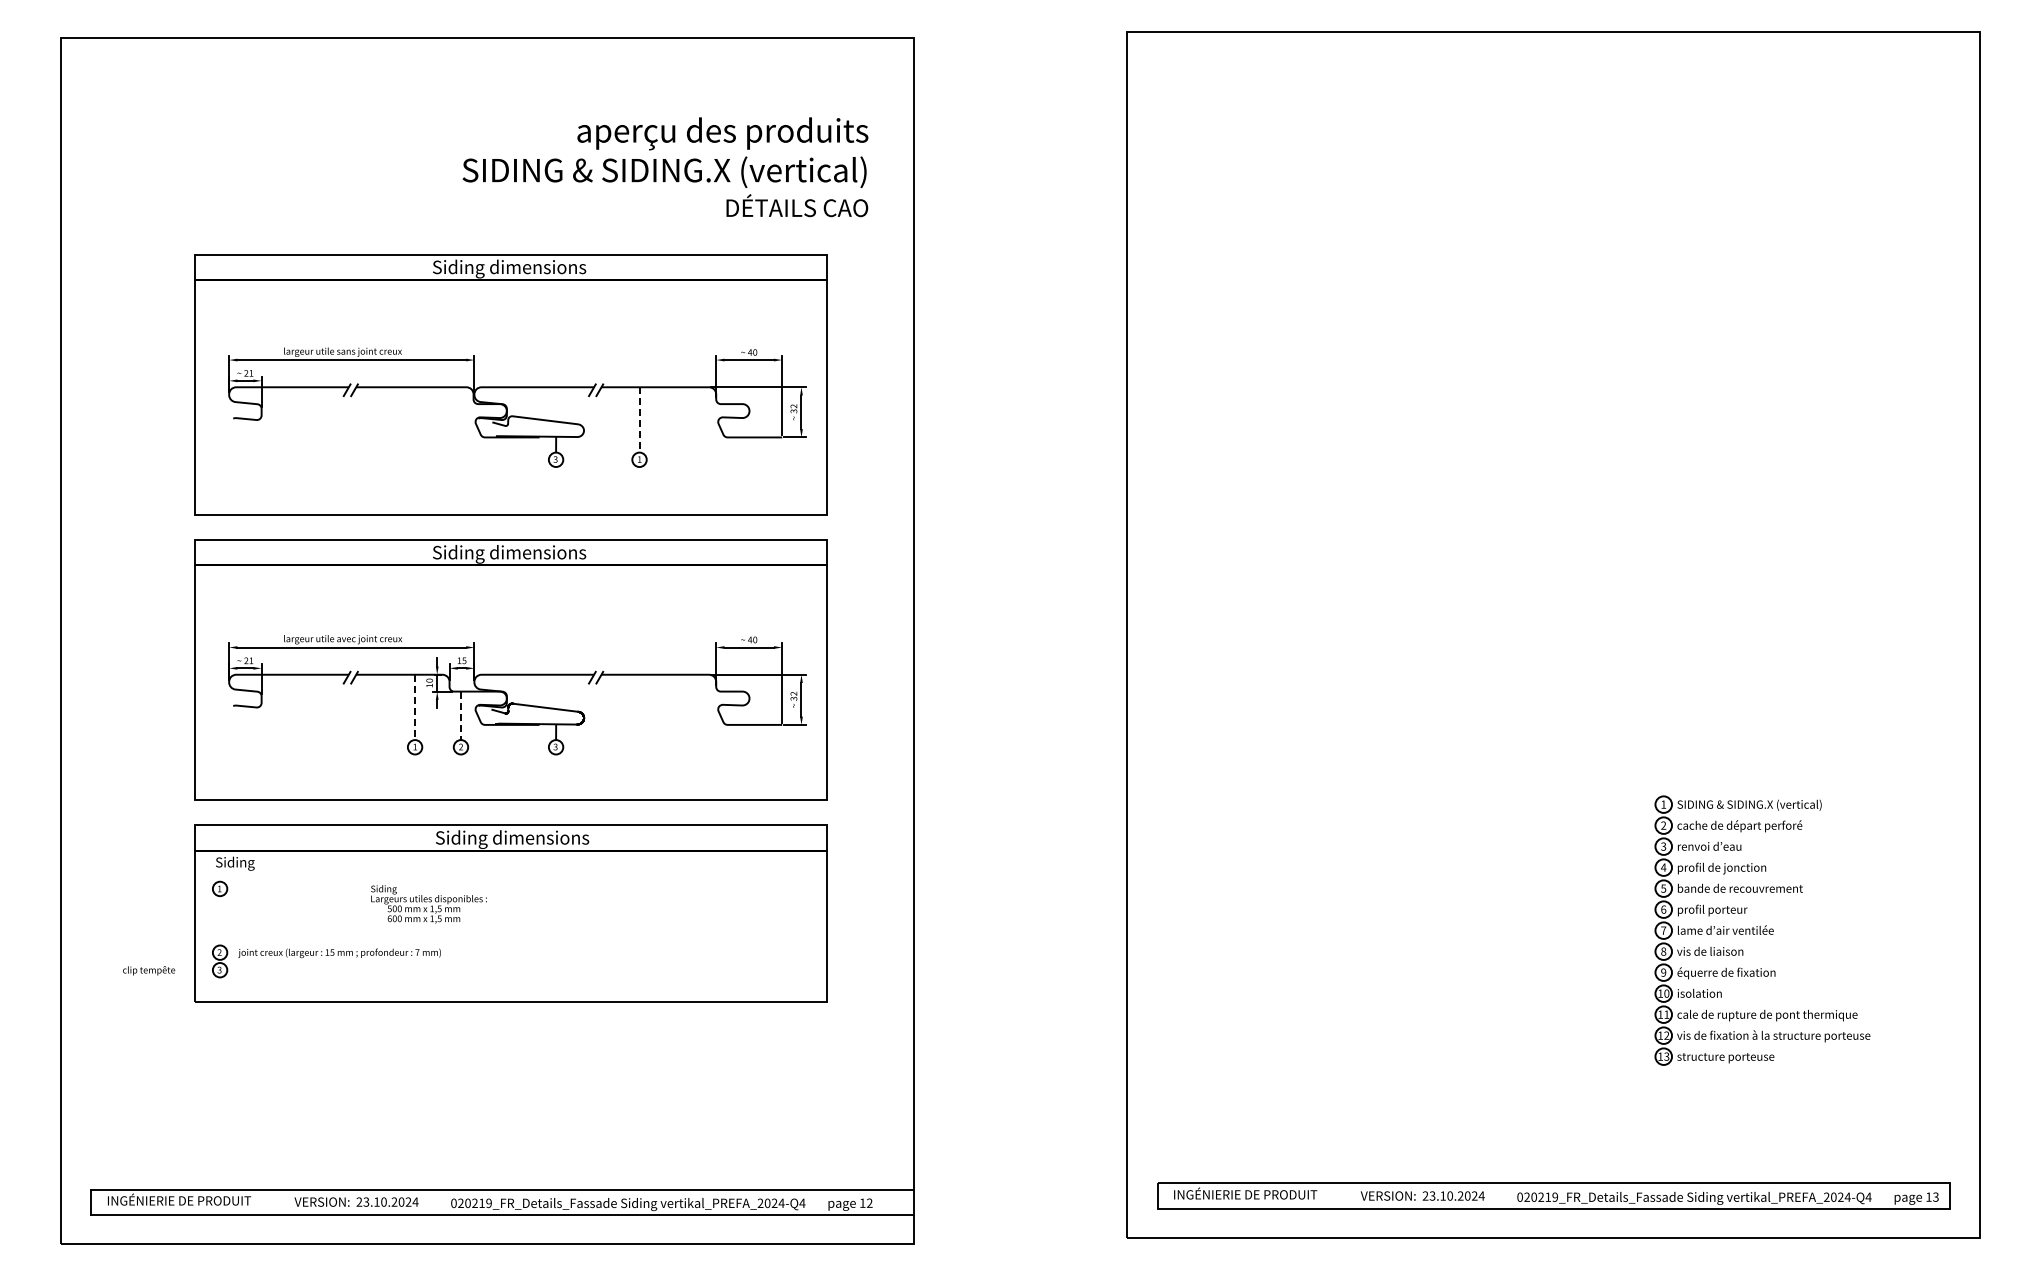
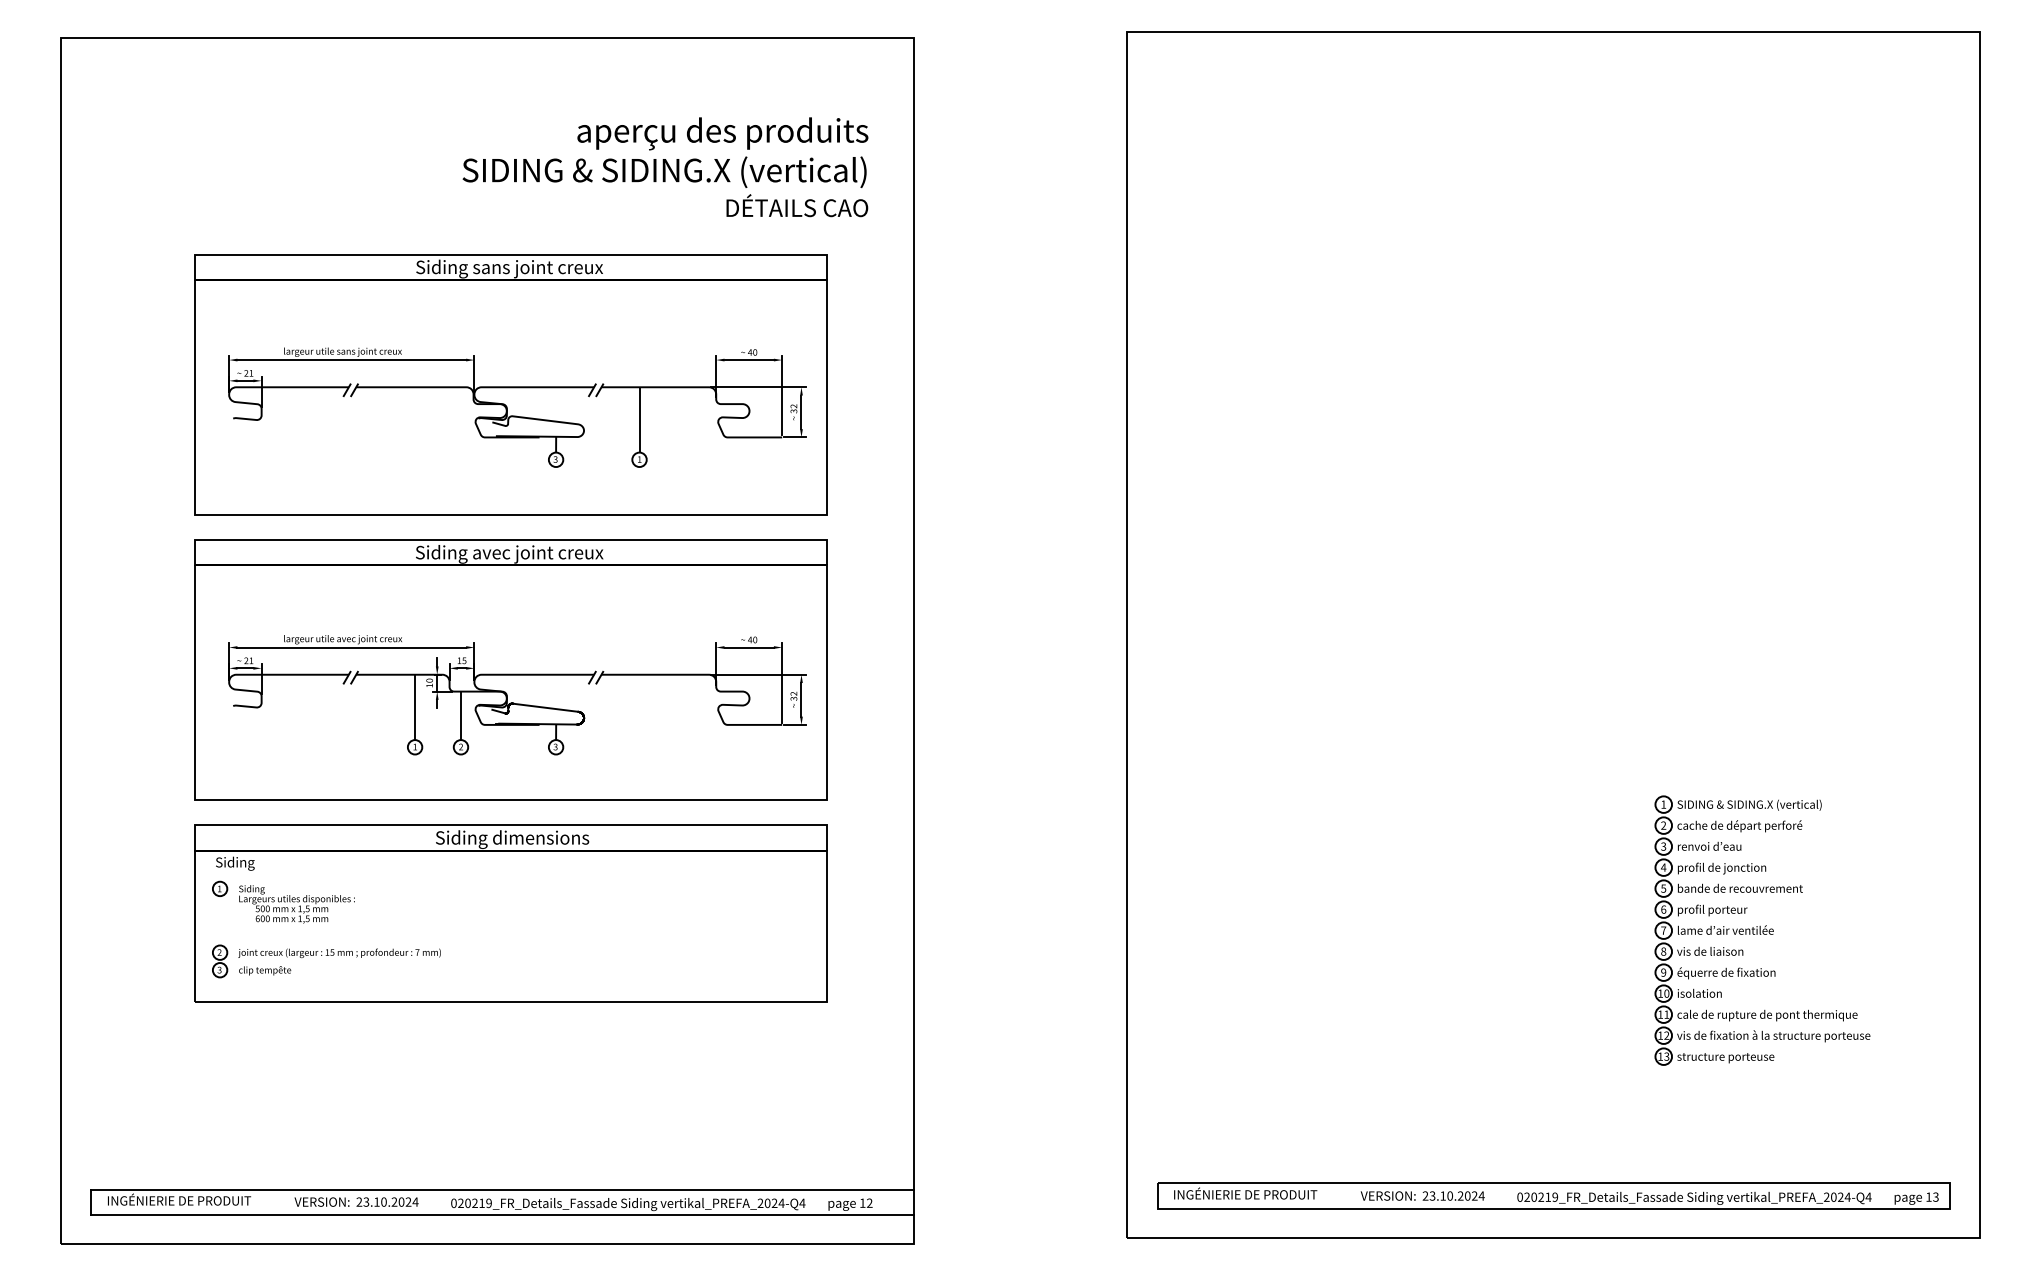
text at (509, 268): Siding dimensions -> Siding sans joint creux
line at (639, 419): dashed -> solid
text at (509, 554): Siding dimensions -> Siding avec joint creux
line at (415, 707): dashed -> solid
line at (461, 716): dashed -> solid
text at (428, 904) position: (428, 904) -> (296, 904)
text at (149, 970) position: (149, 970) -> (265, 970)
